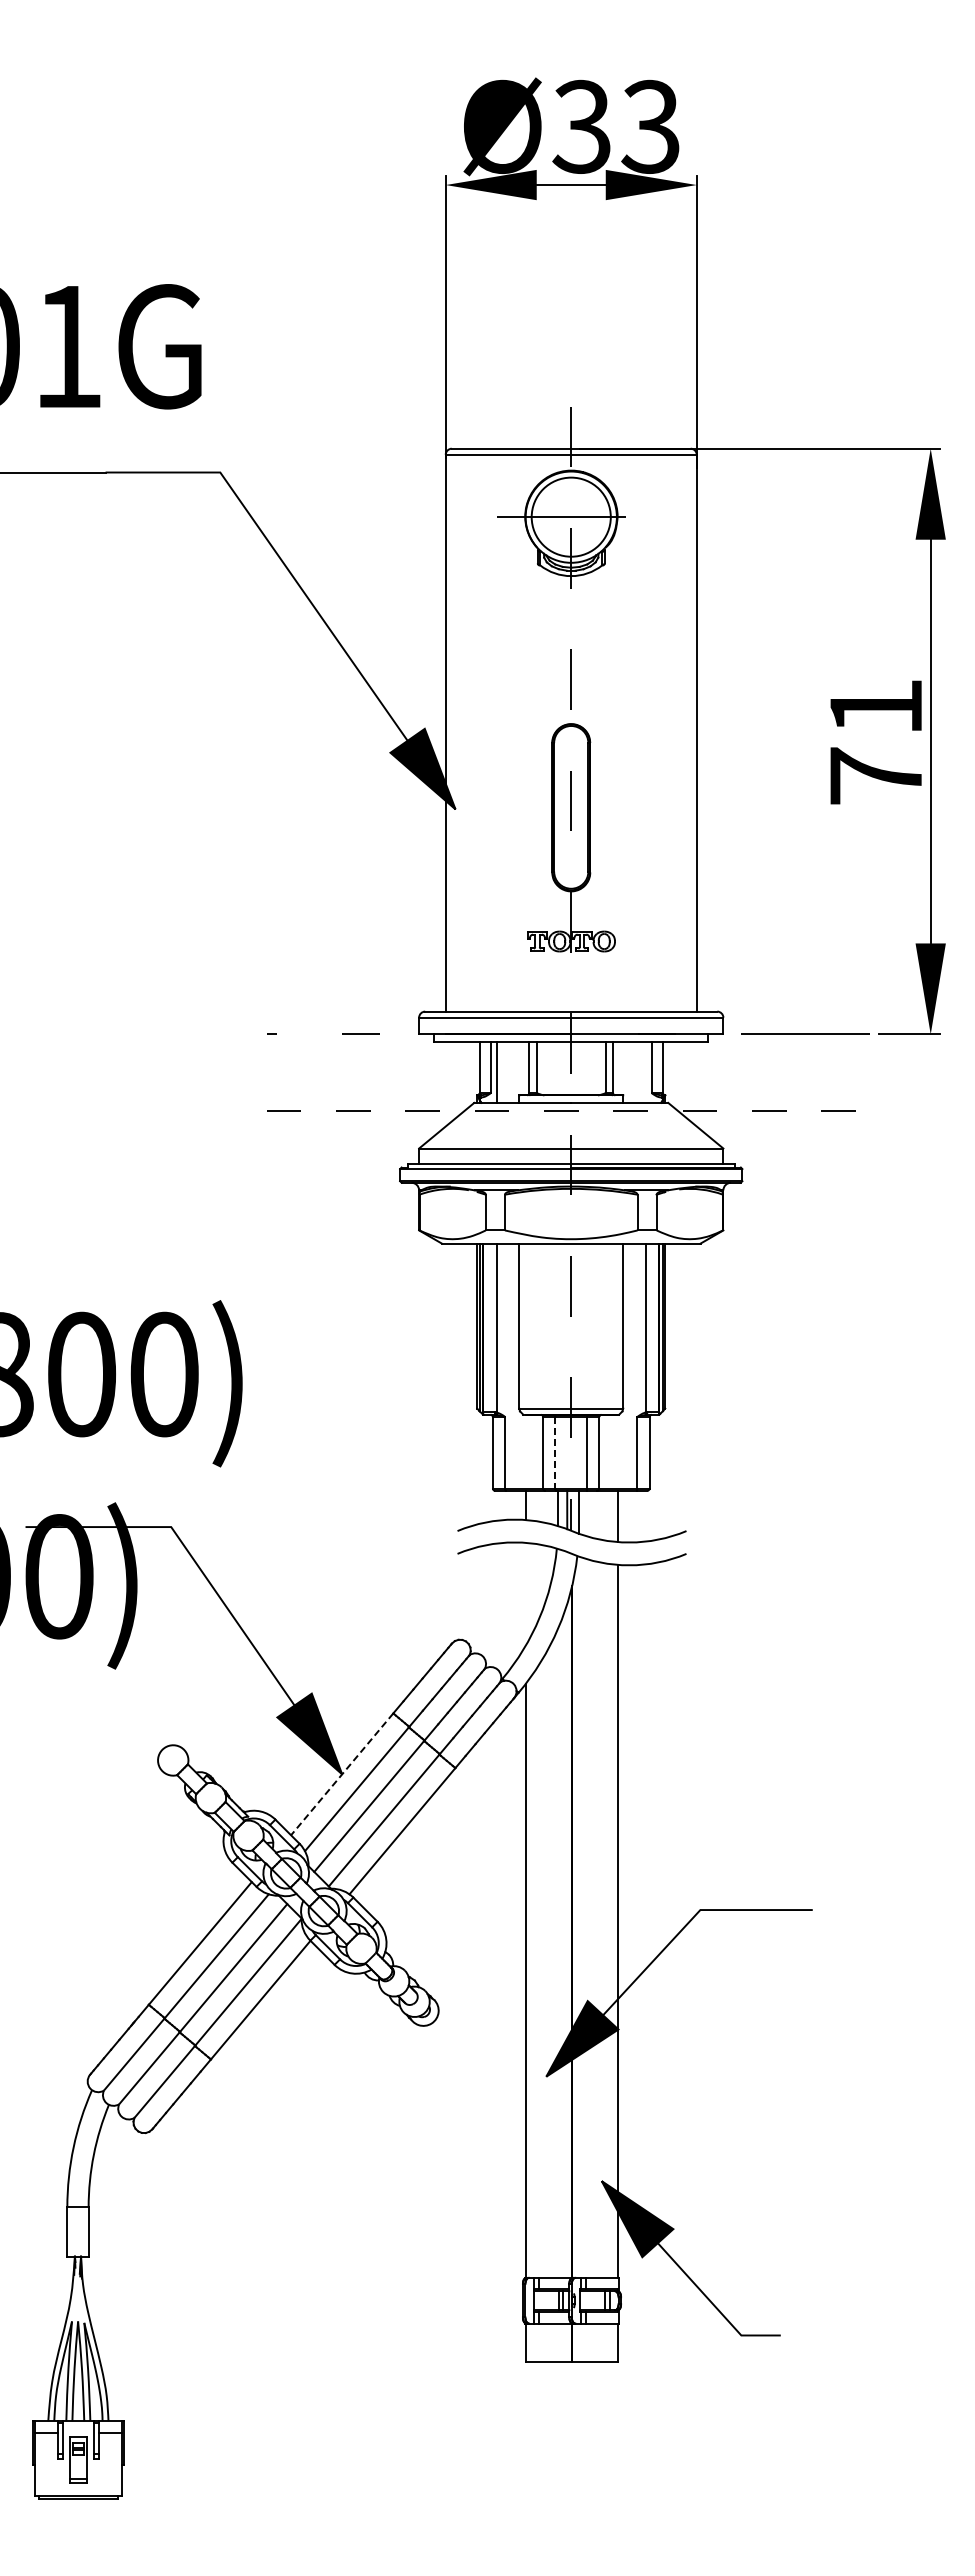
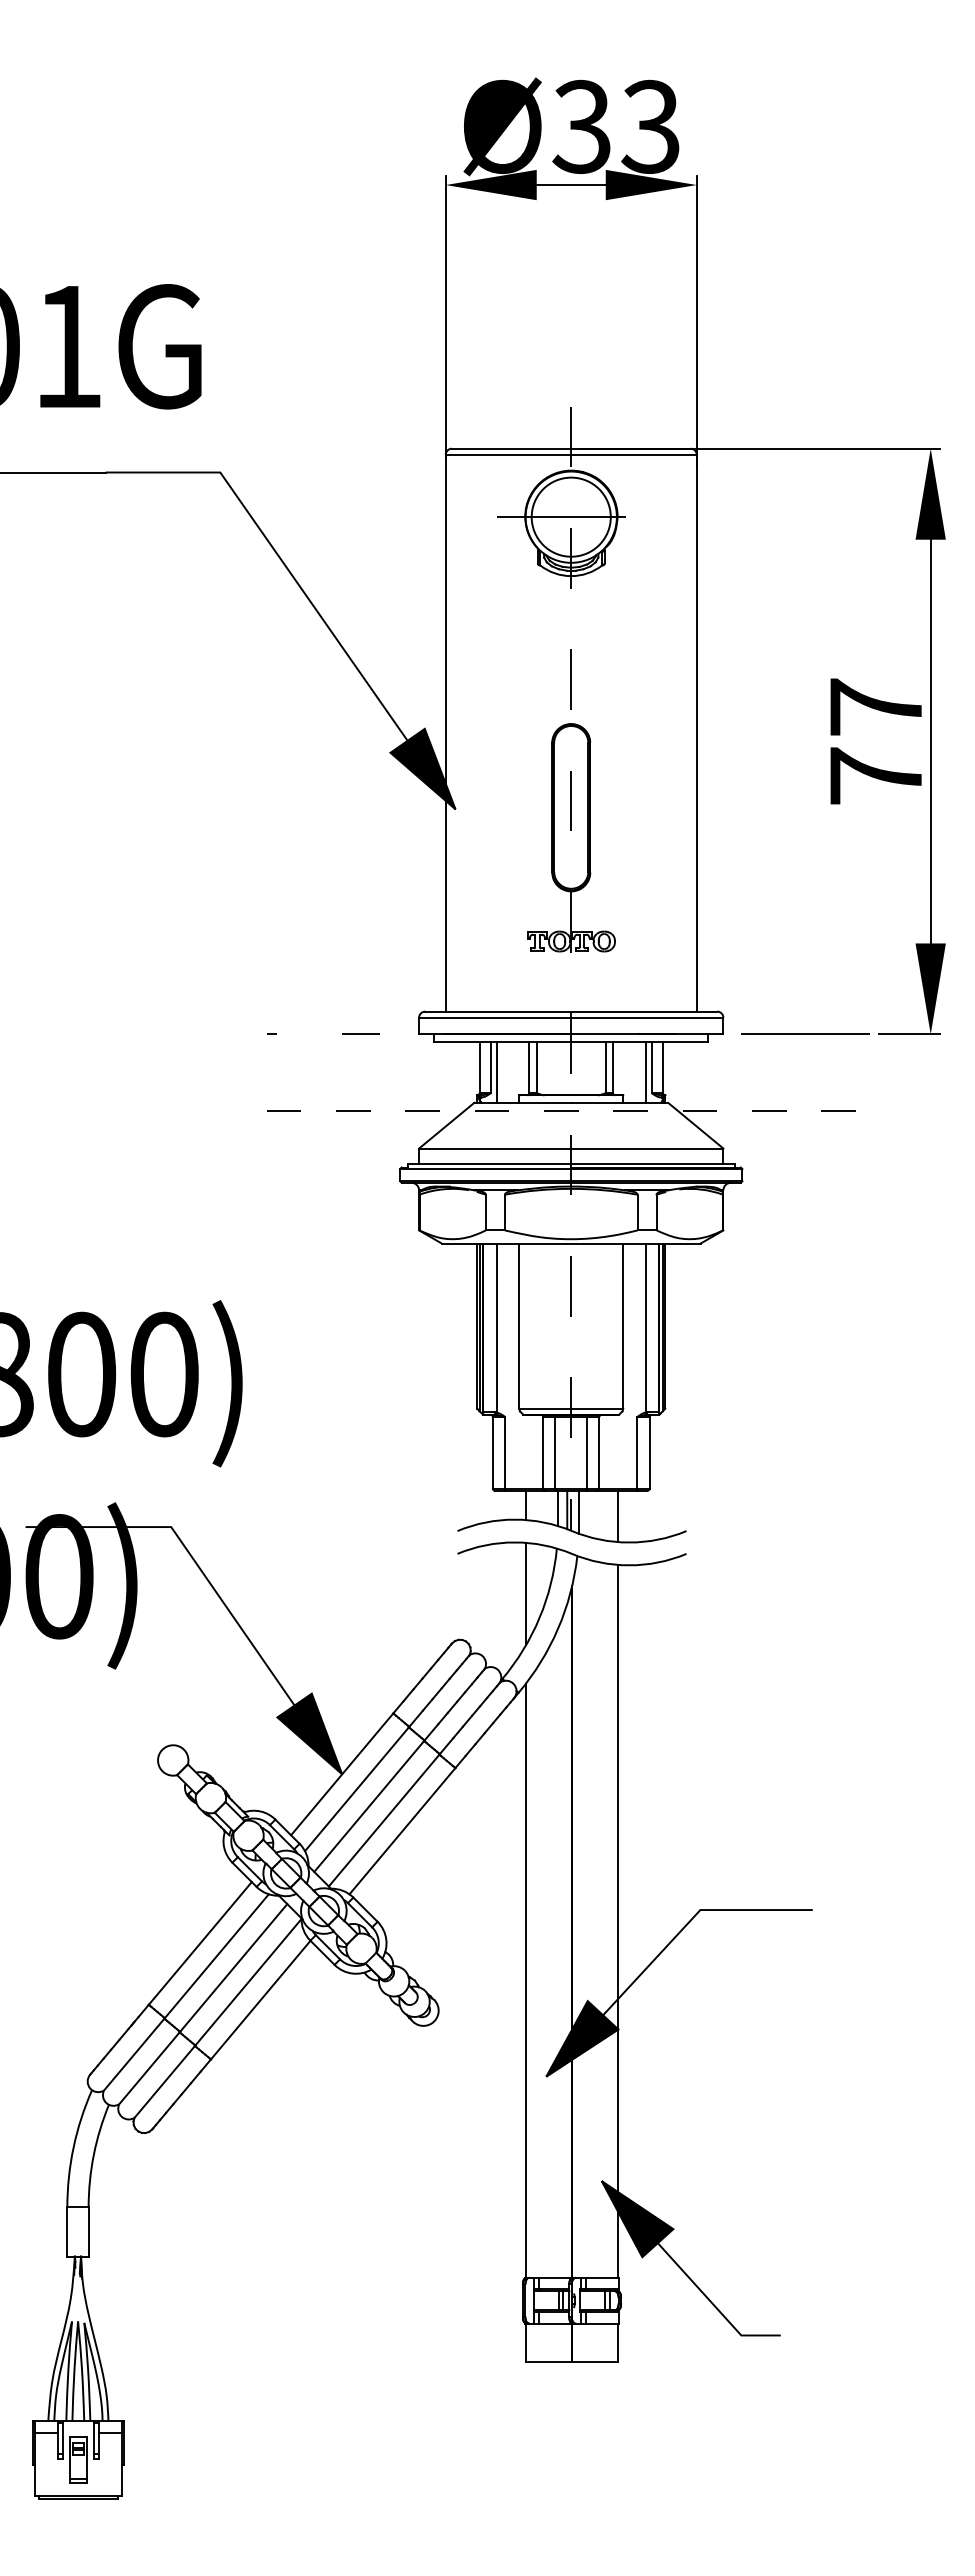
text at (875, 706): 71 -> 77
line at (645, 1072): none -> present
line at (555, 1452): dashed -> solid
line at (526, 1593): none -> present
line at (342, 1774): dashed -> solid
